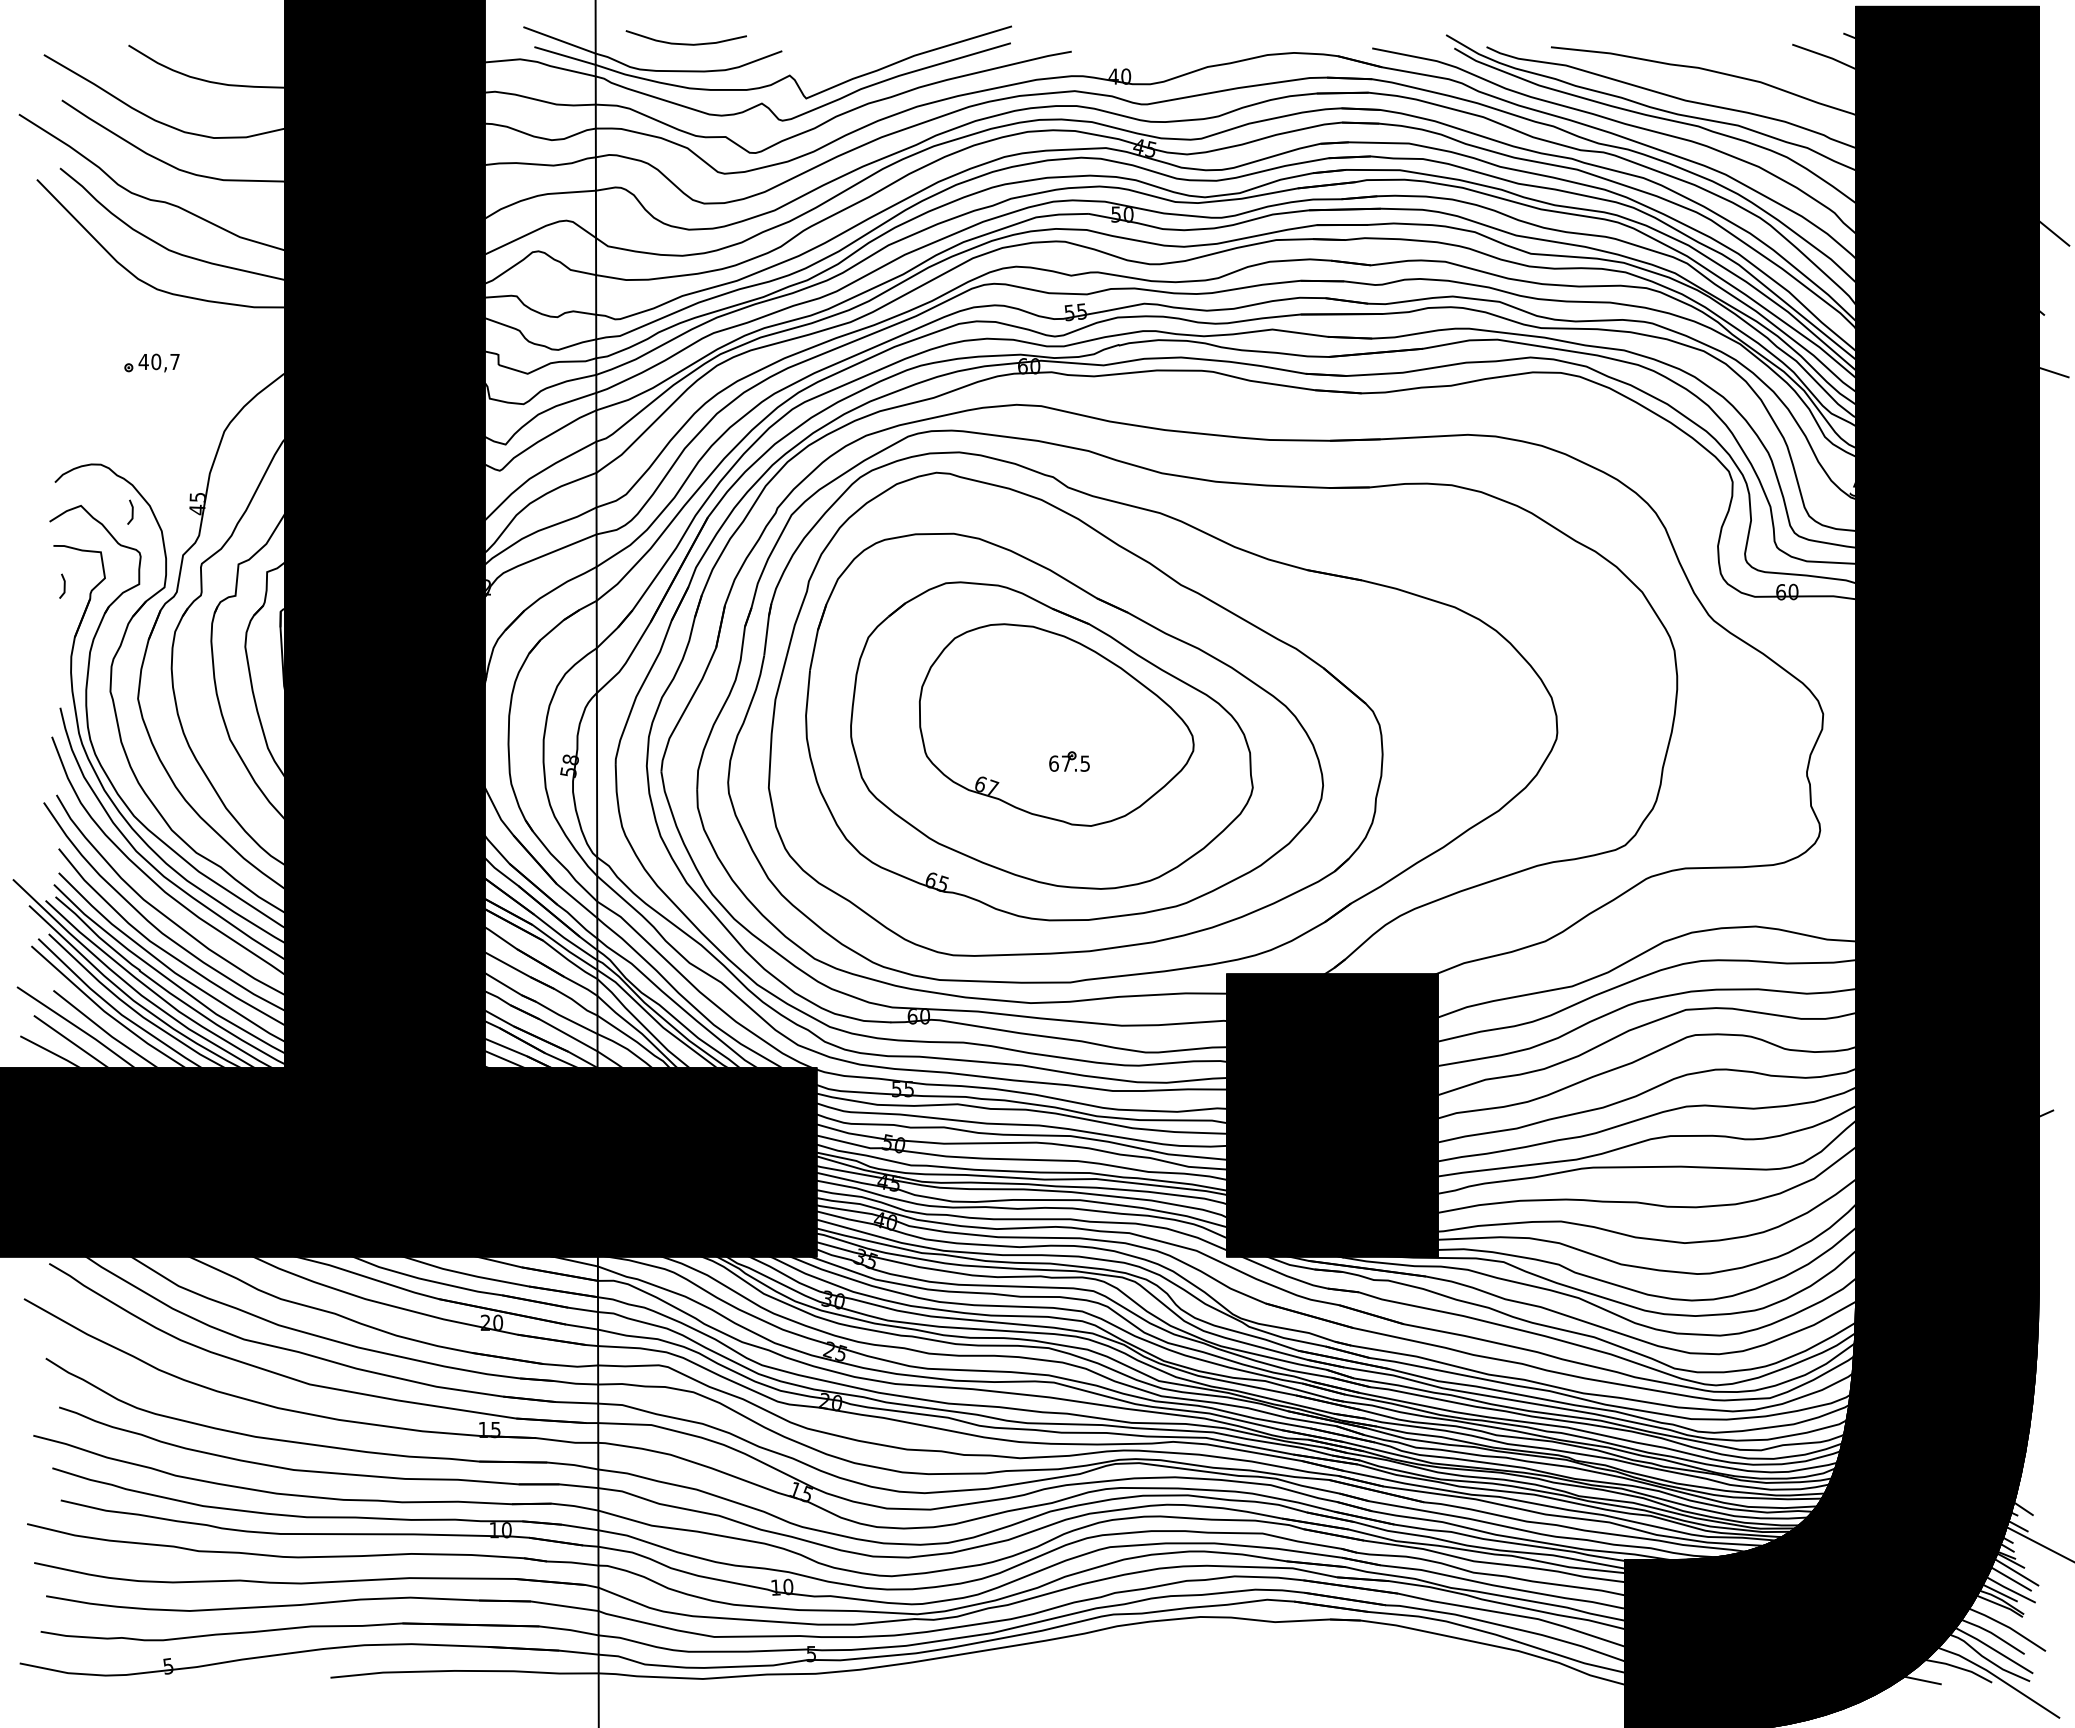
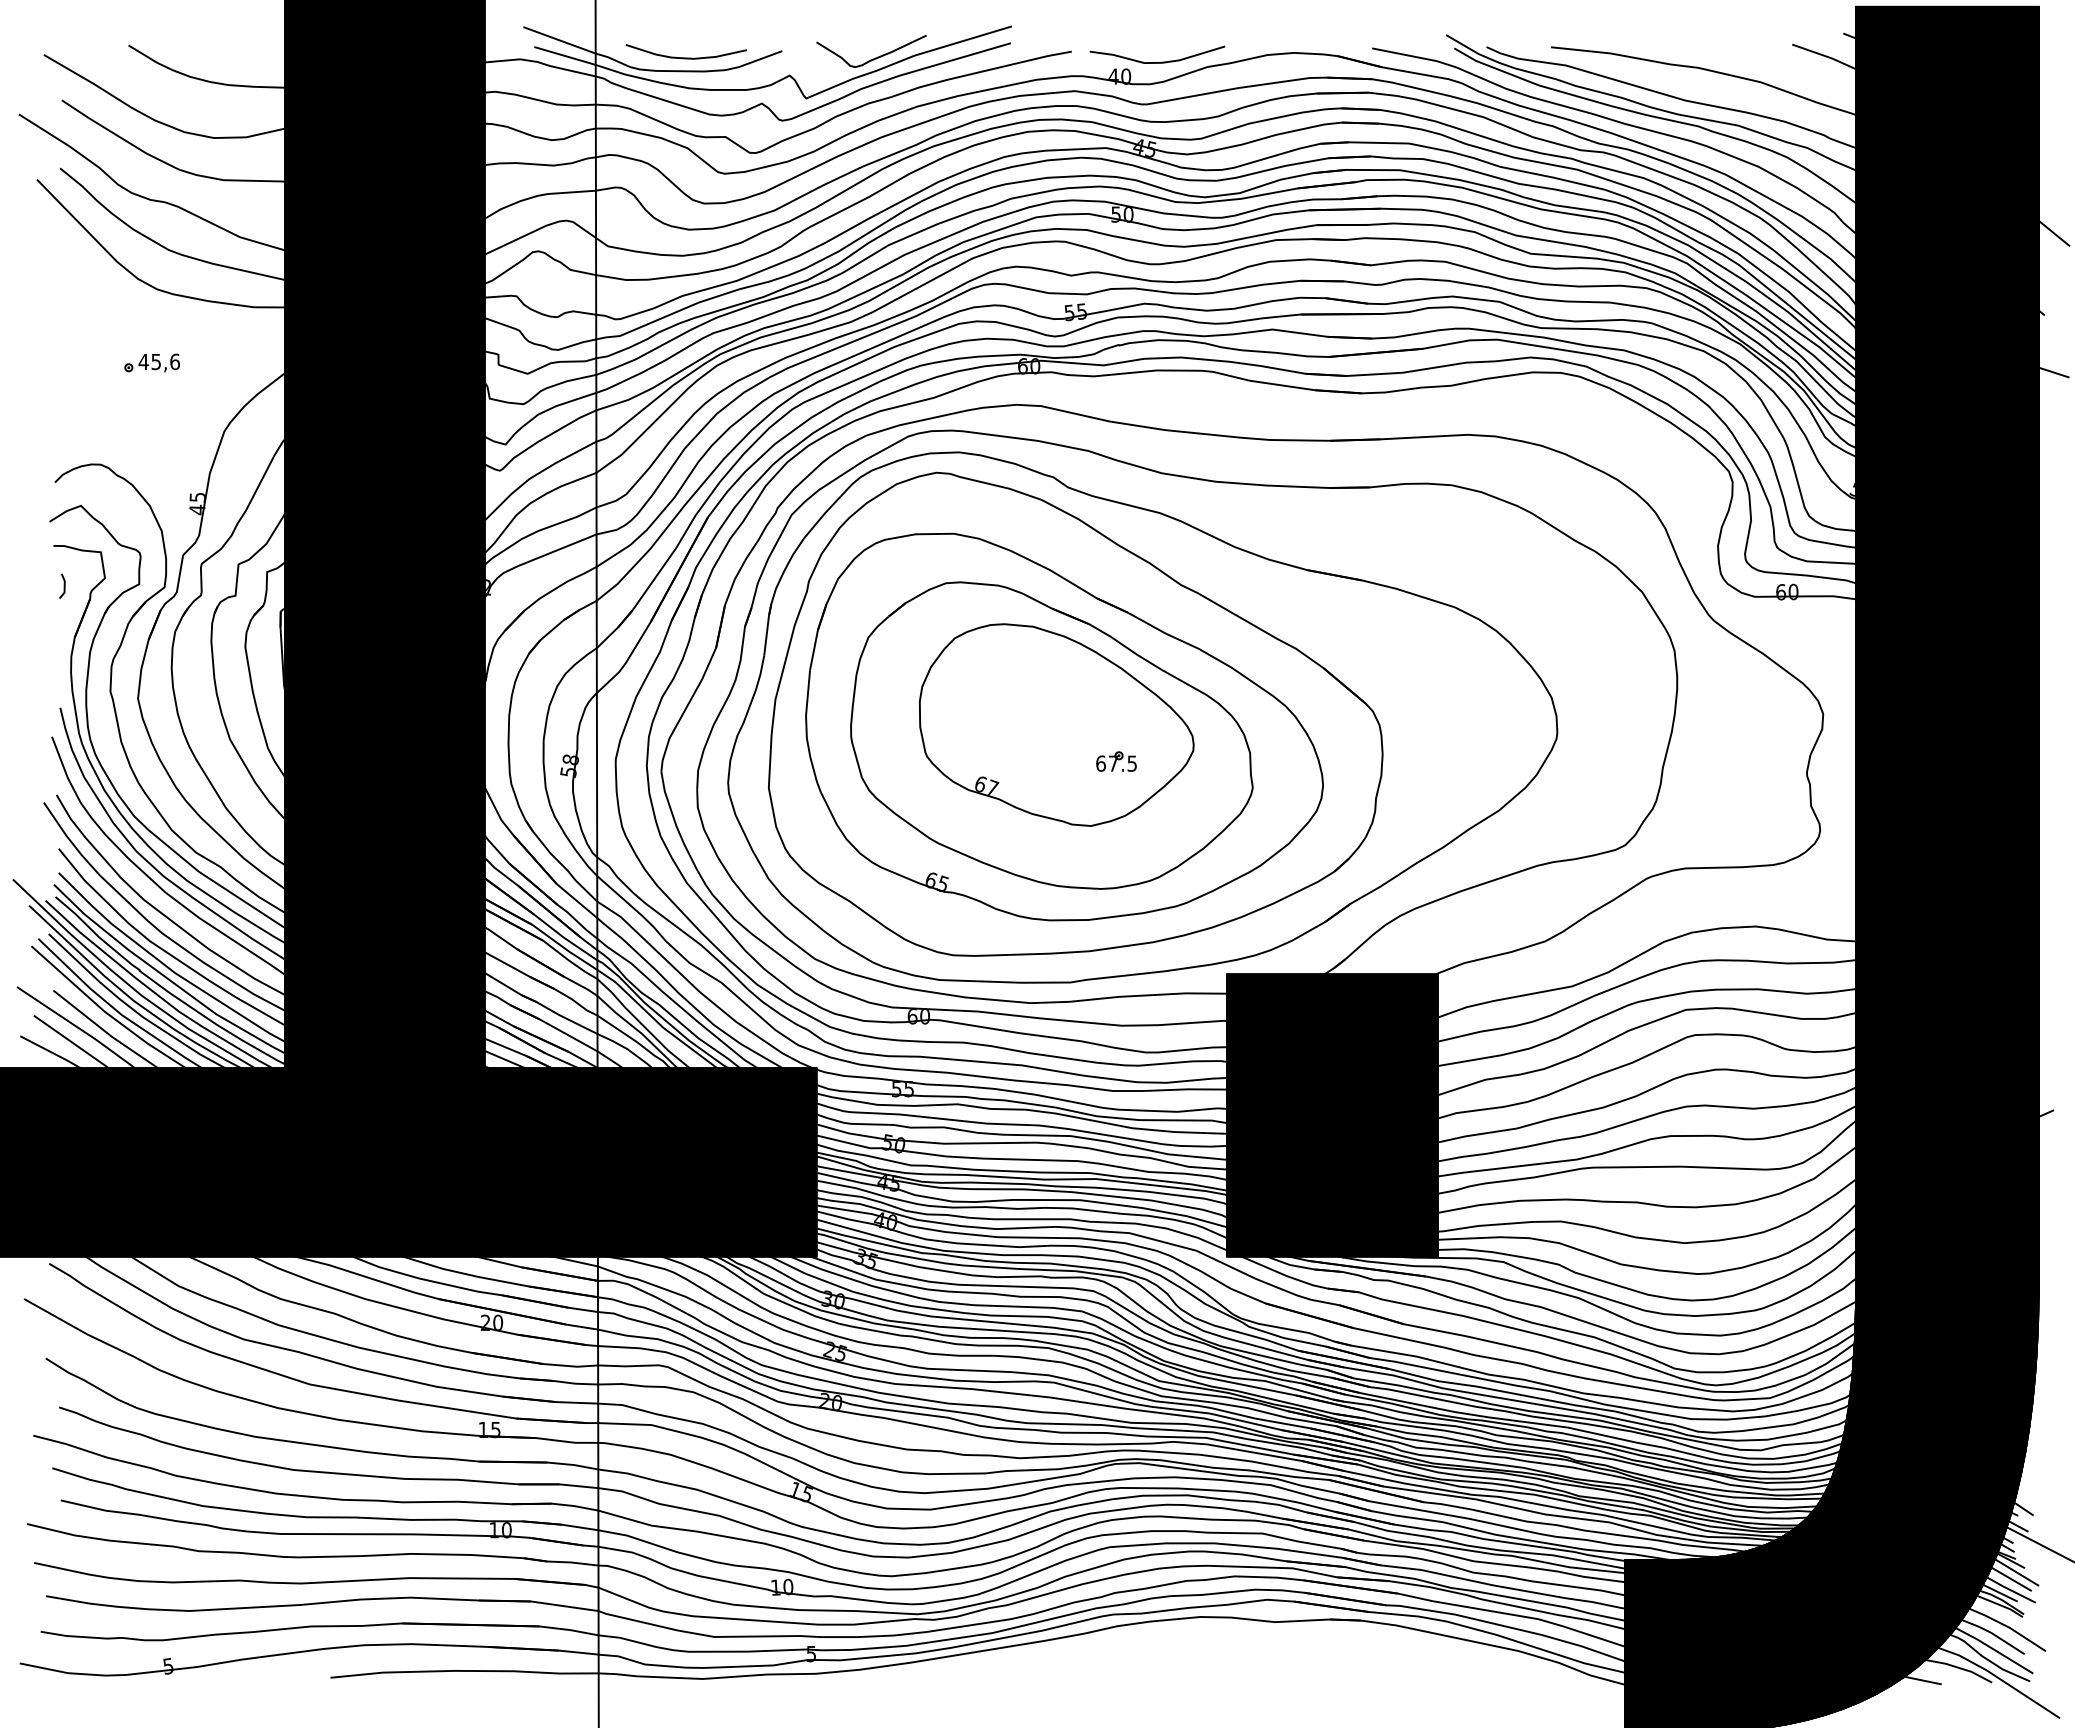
curve at (685, 43) position: (685, 43) -> (685, 57)
curve at (872, 58): none -> present
curve at (1157, 62): none -> present
text at (165, 361): 40,7 -> 45,6
line at (131, 511): present -> none
part at (1069, 761) position: (1069, 761) -> (1116, 761)
